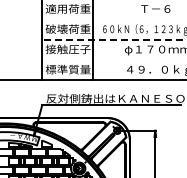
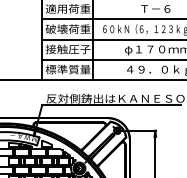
line at (112, 19): none -> present
line at (113, 39): dashed -> solid
line at (112, 59): none -> present
